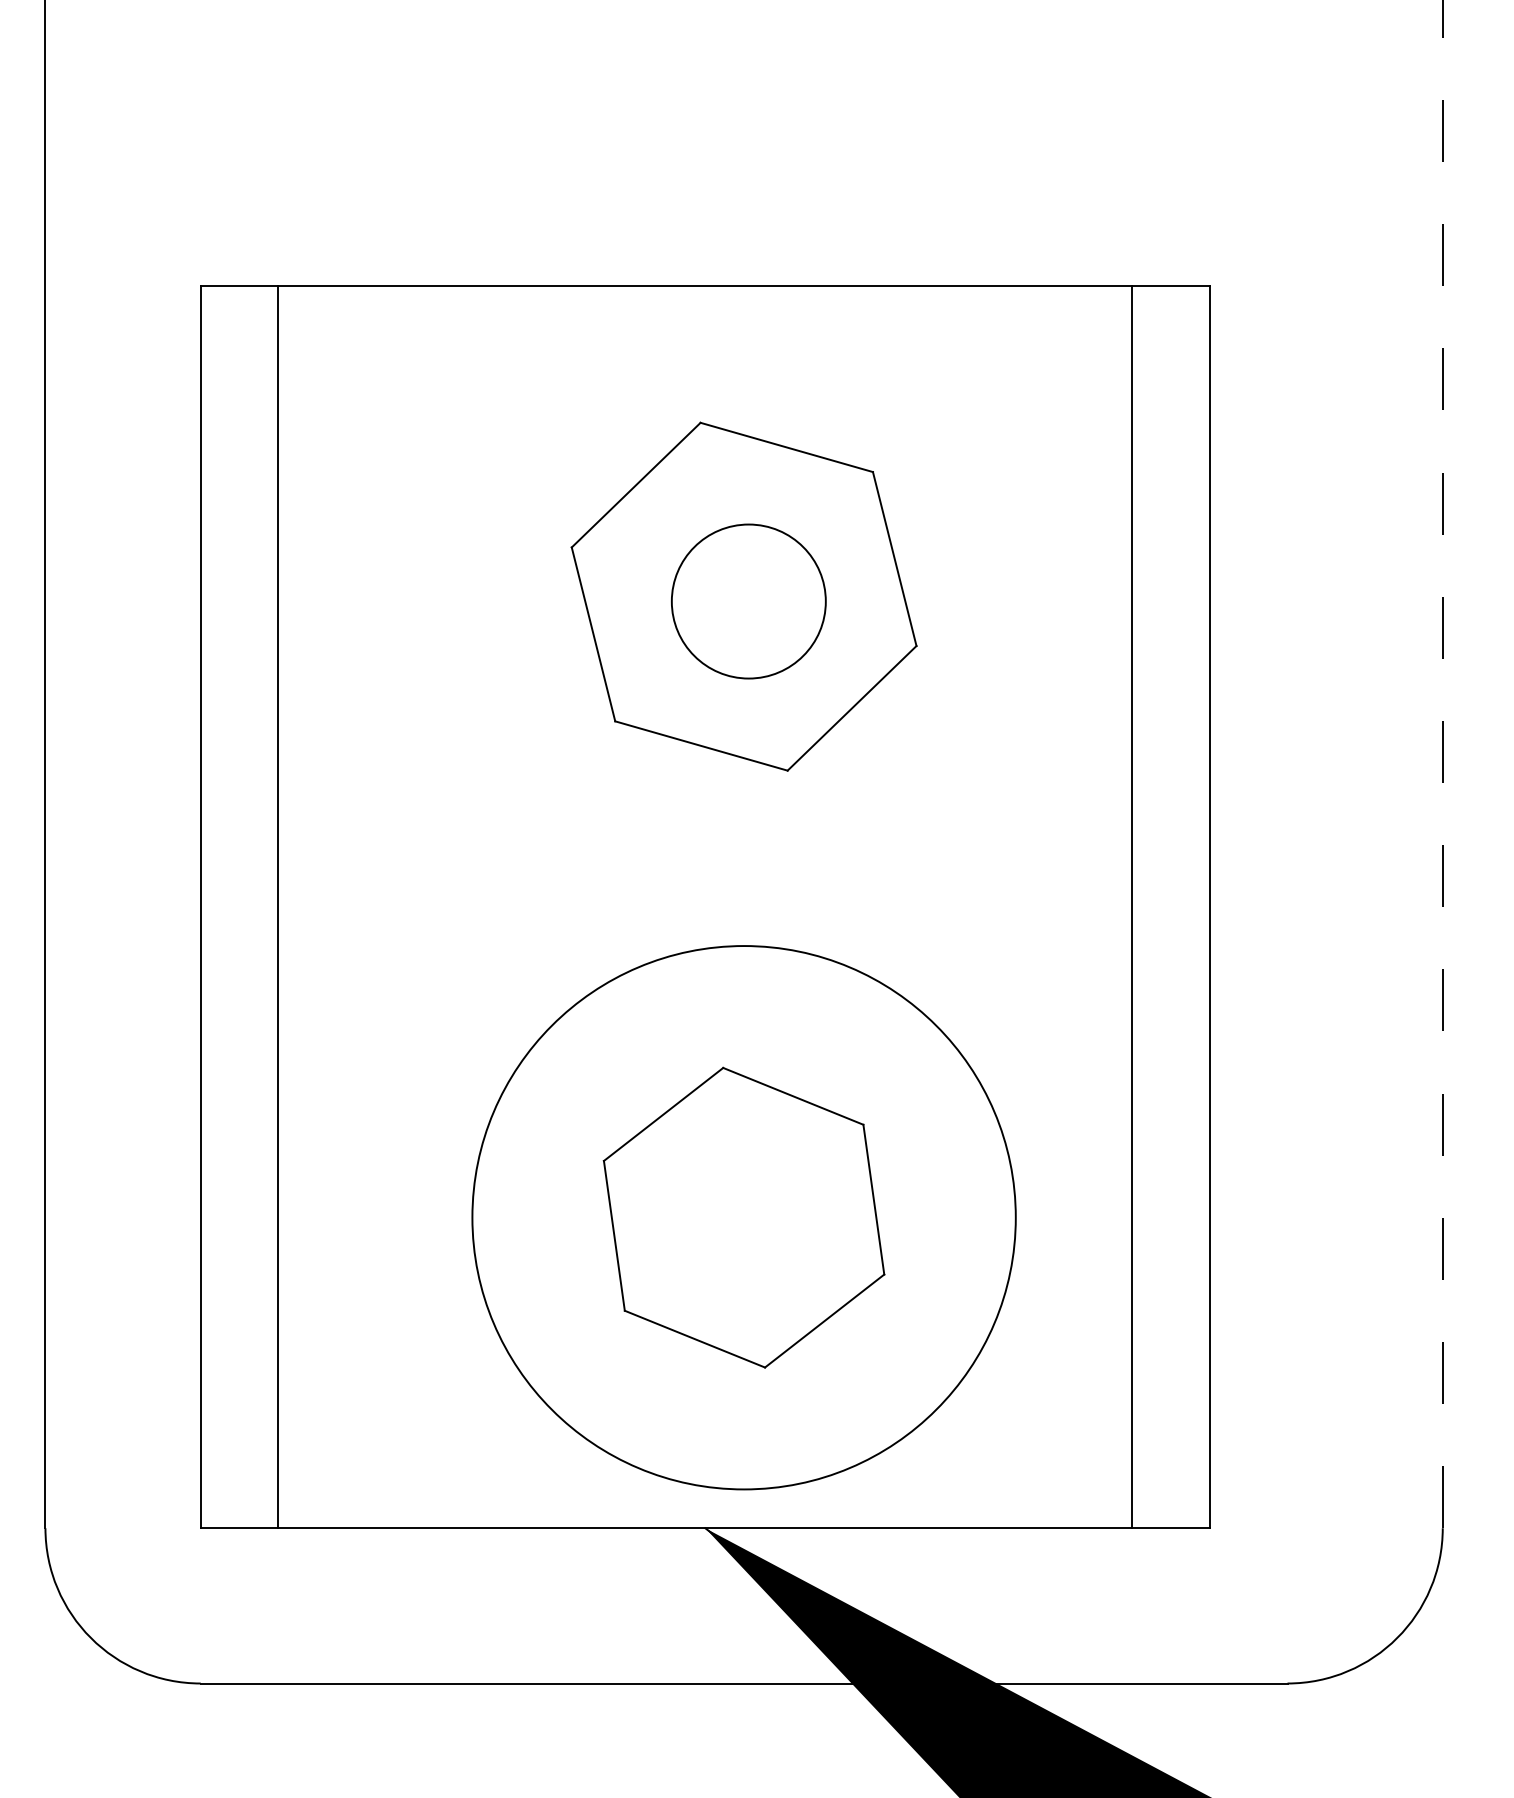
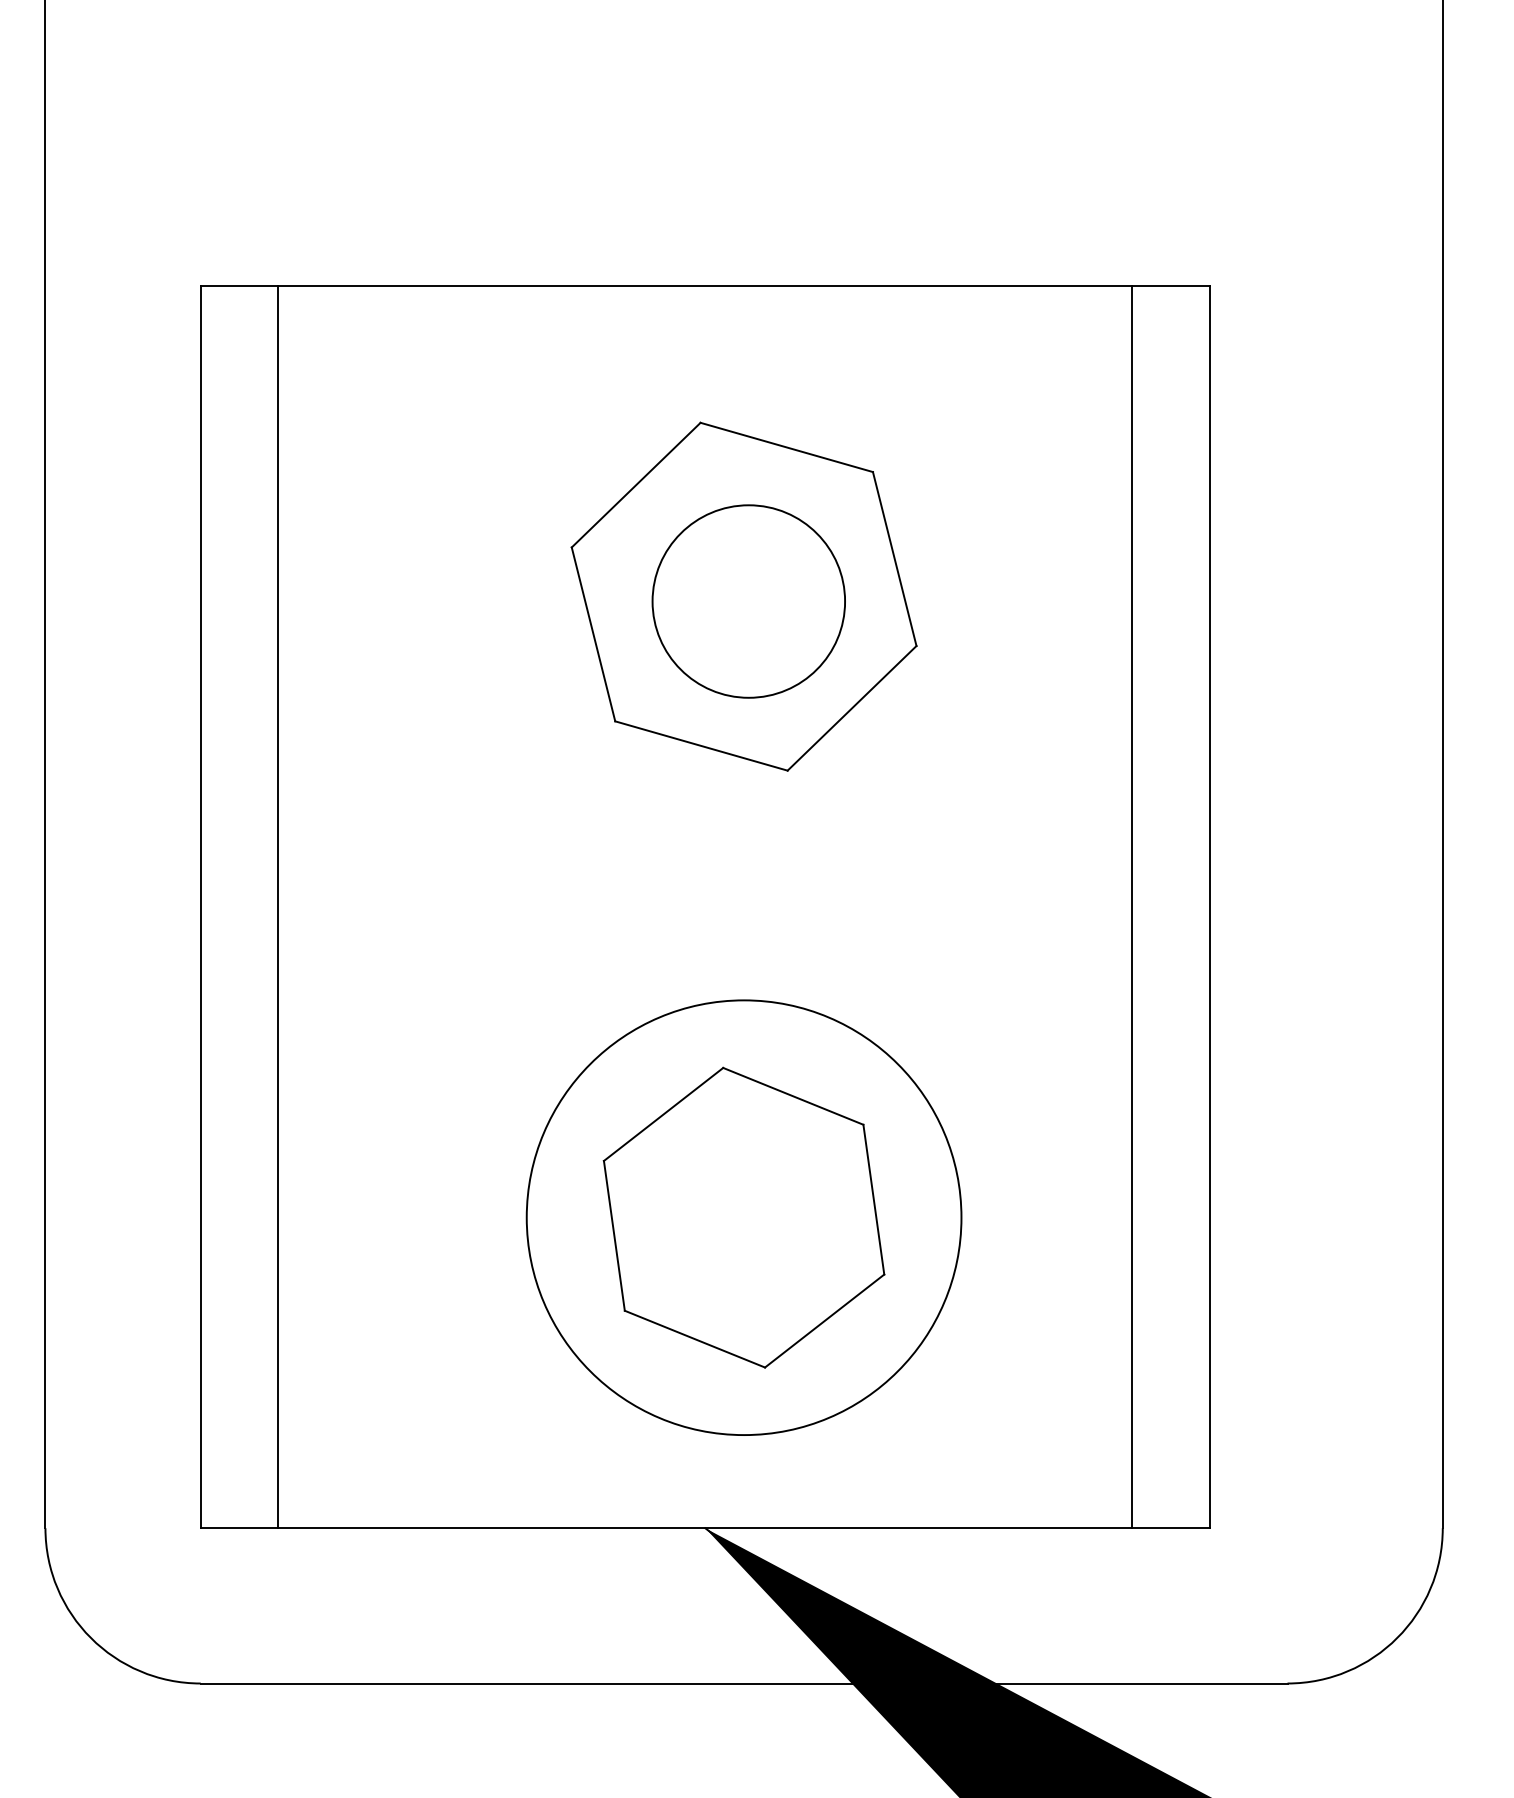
circle at (748, 601) diameter: 154 px -> 193 px
line at (1442, 764): dashed -> solid
circle at (743, 1217) diameter: 543 px -> 435 px
